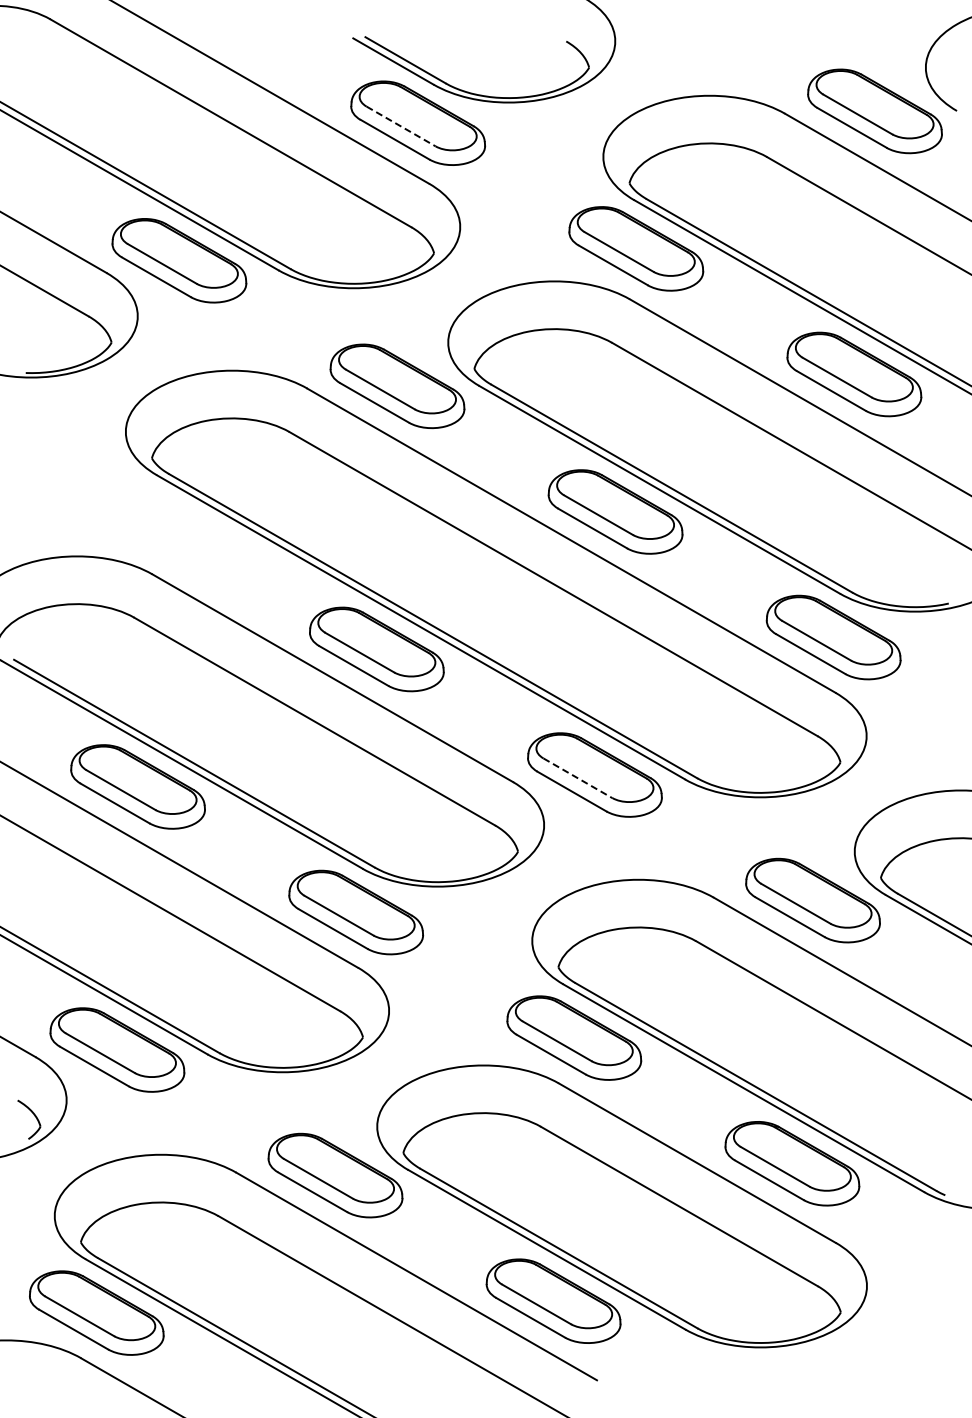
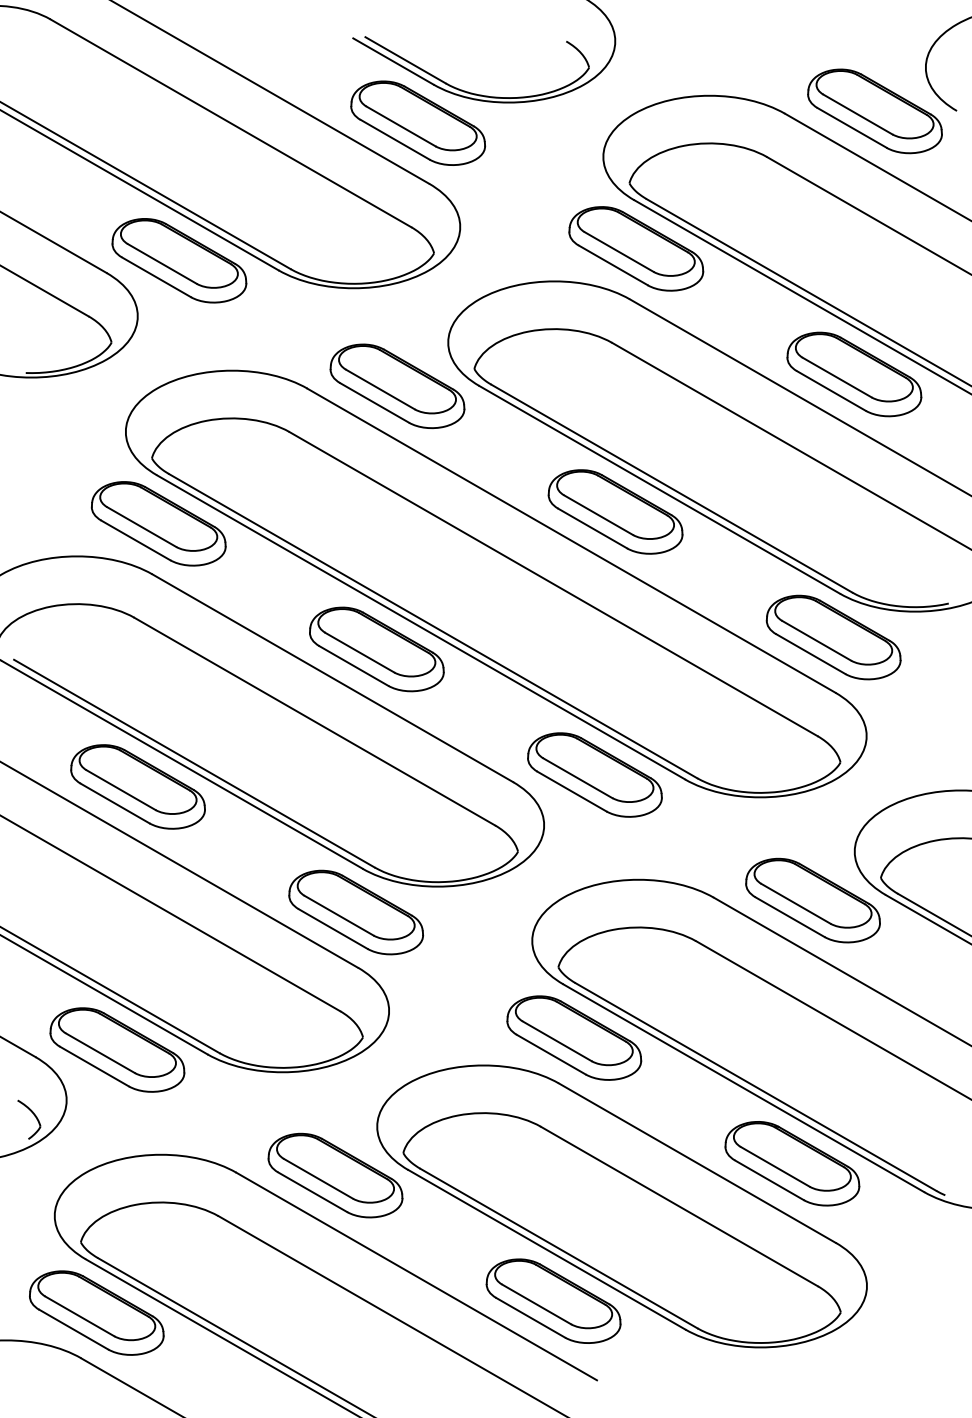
line at (401, 126): dashed -> solid
part at (158, 523): none -> present
line at (577, 778): dashed -> solid
